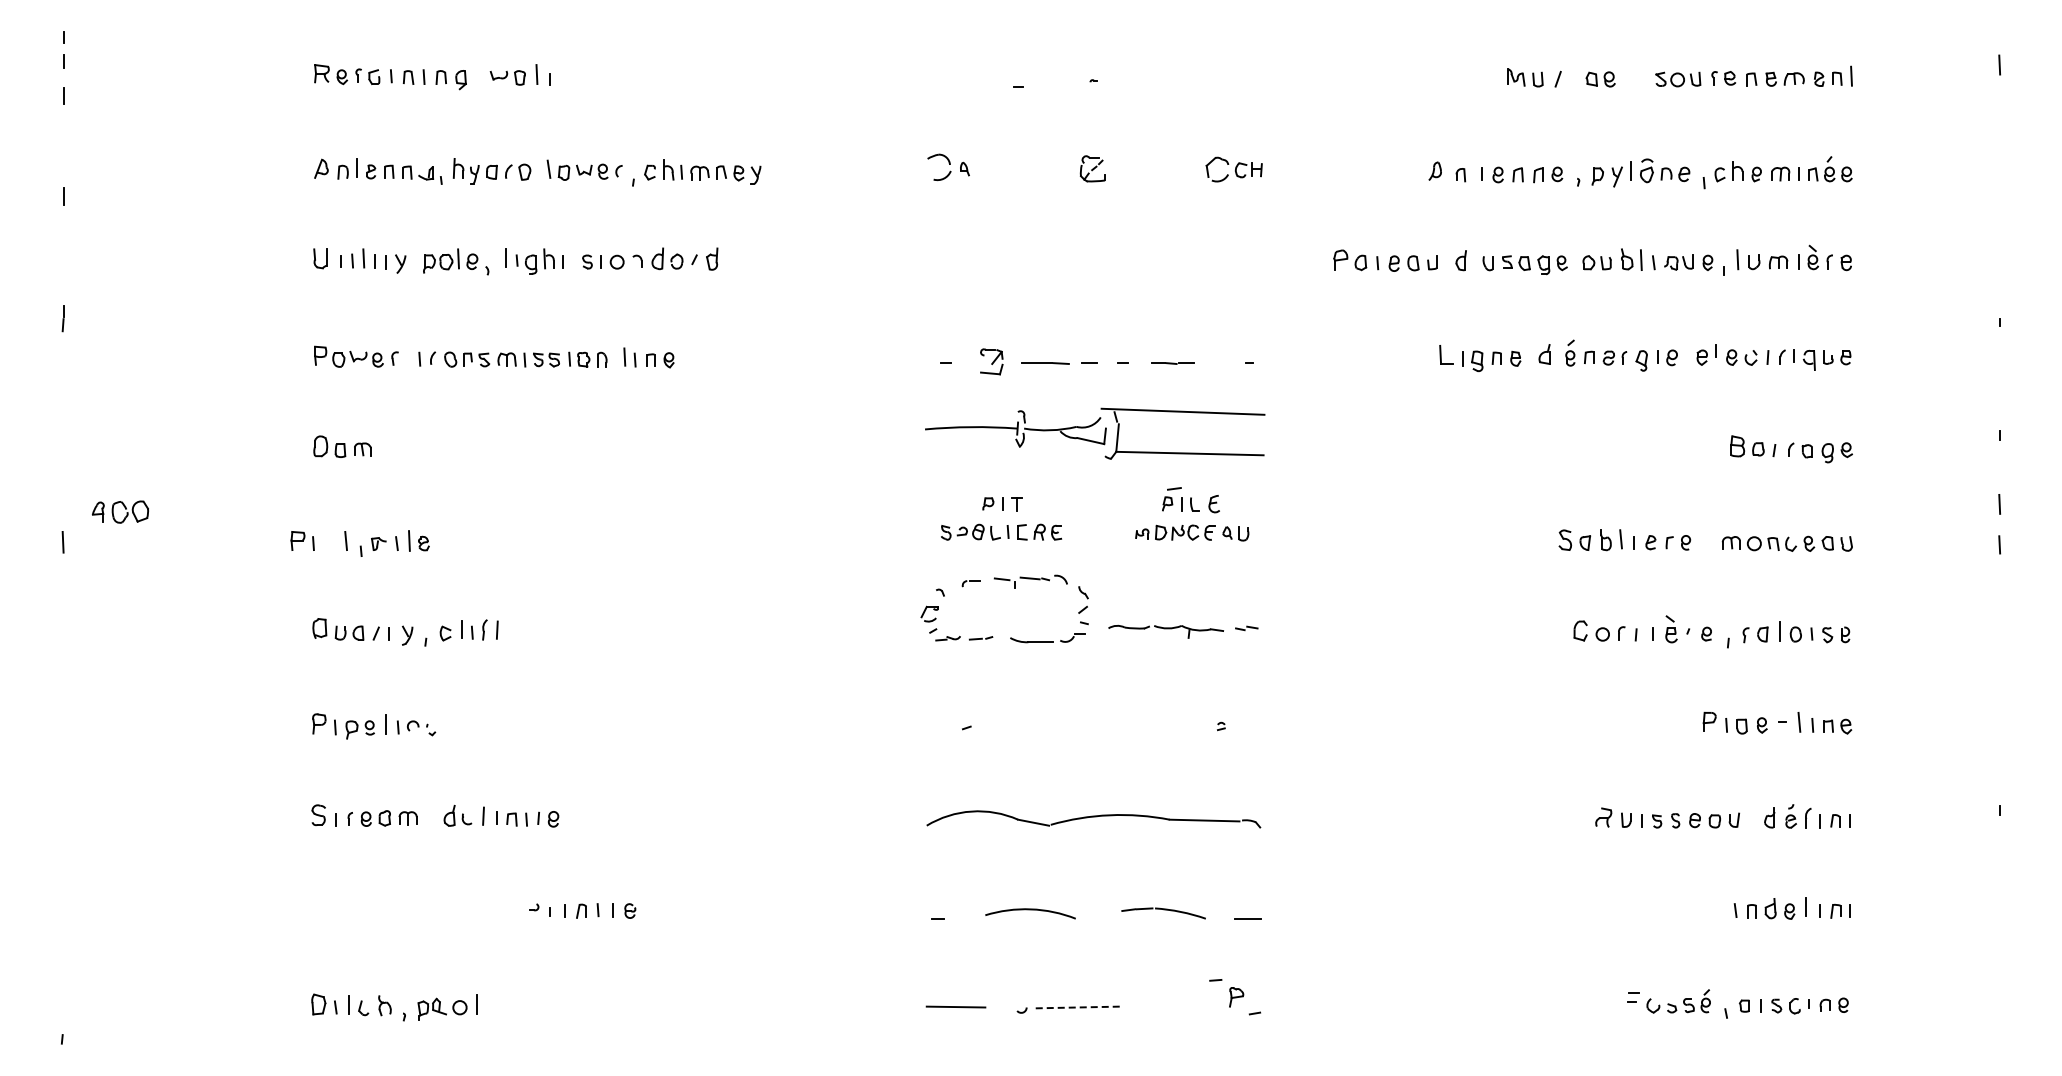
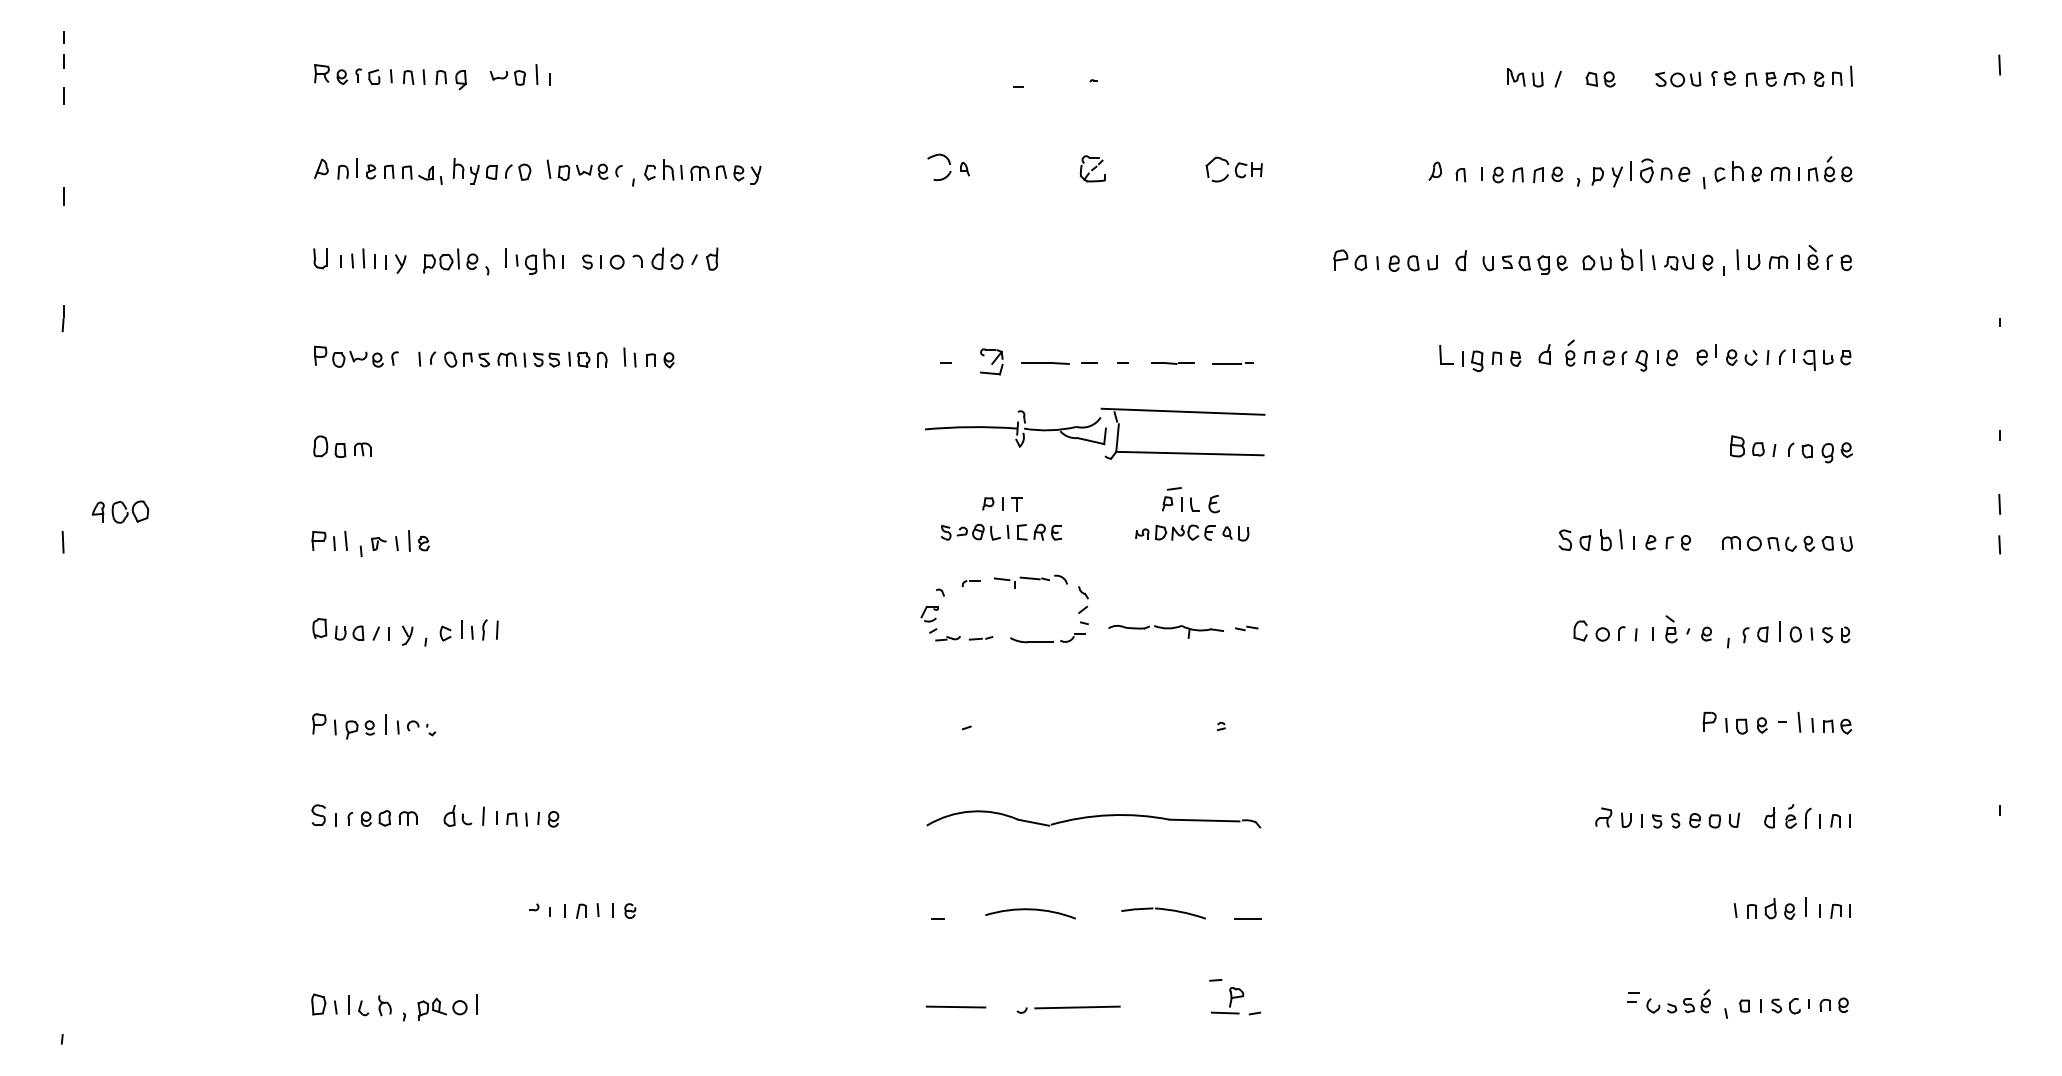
line at (1226, 363): none -> present
part at (302, 540) position: (302, 540) -> (323, 540)
line at (1077, 1007): dashed -> solid
line at (1224, 1012): none -> present
